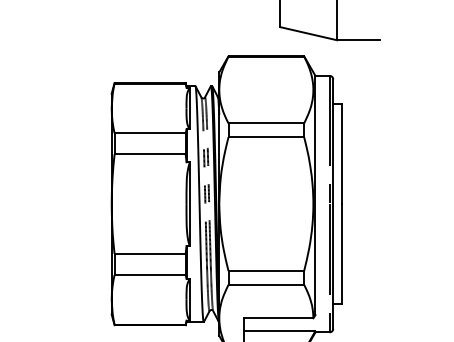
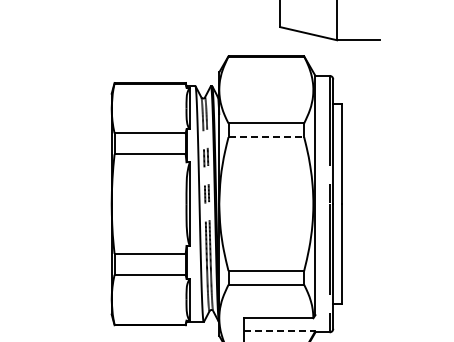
line at (266, 137): solid -> dashed
line at (279, 331): solid -> dashed
